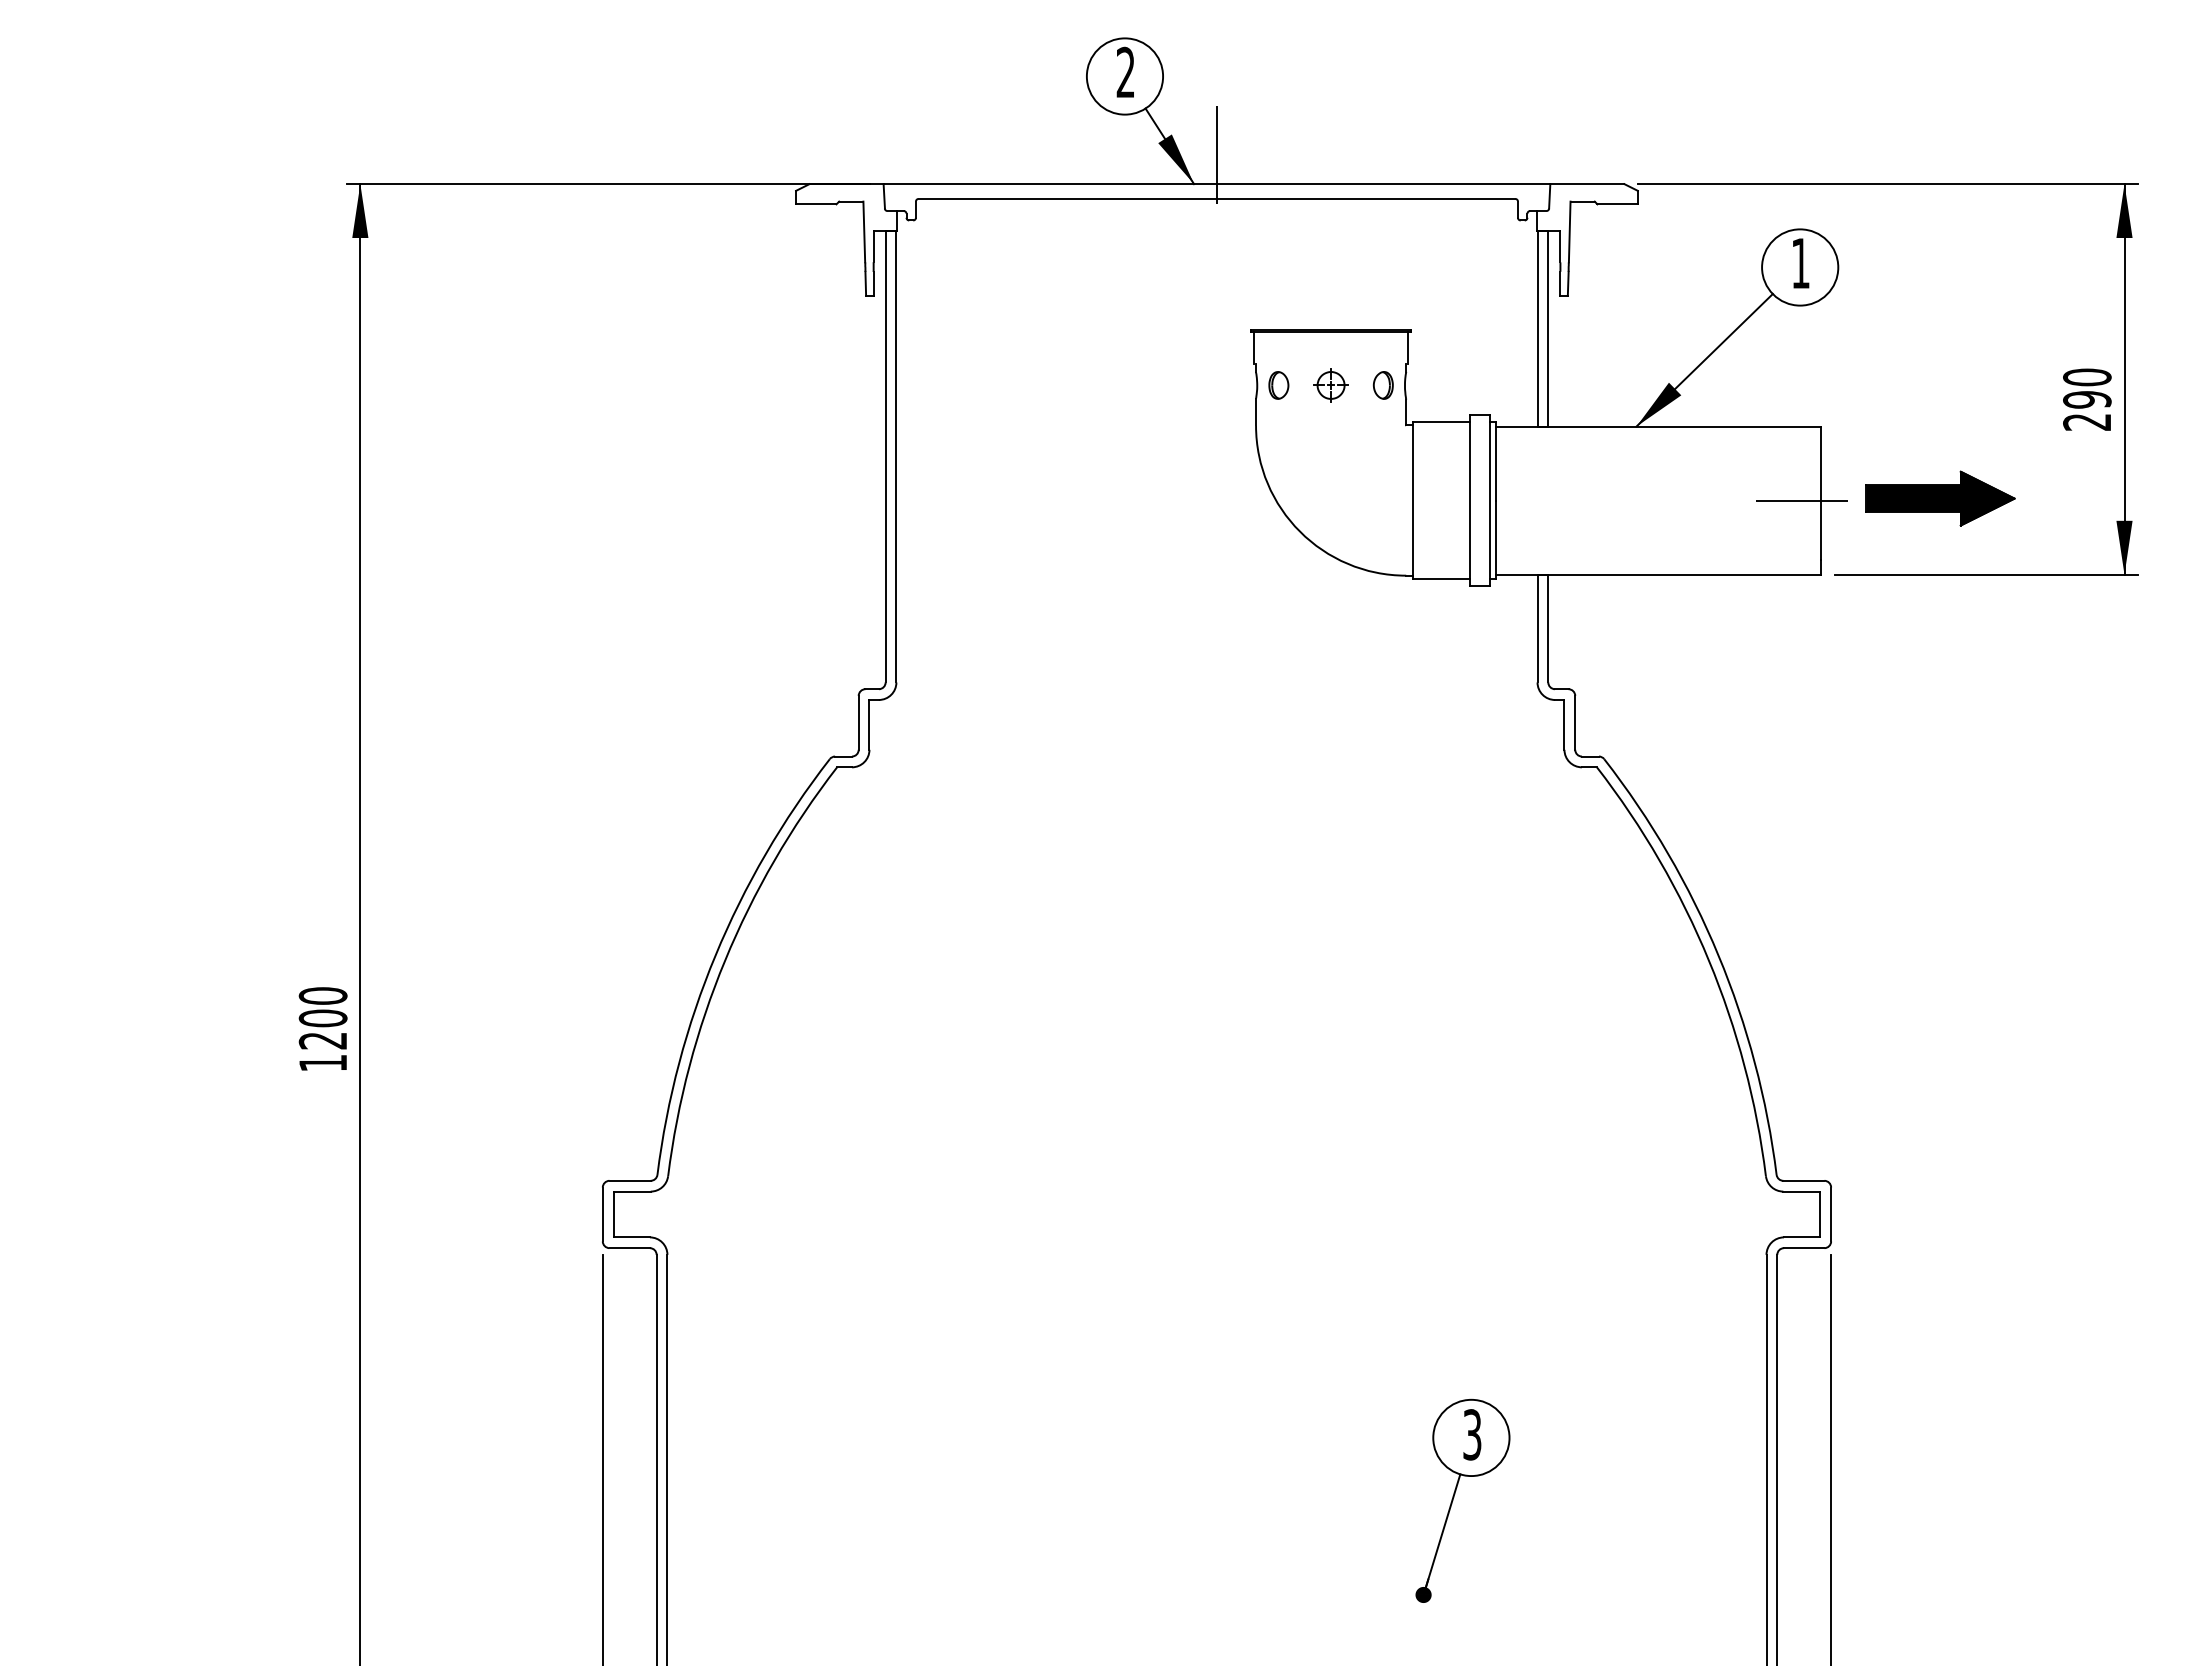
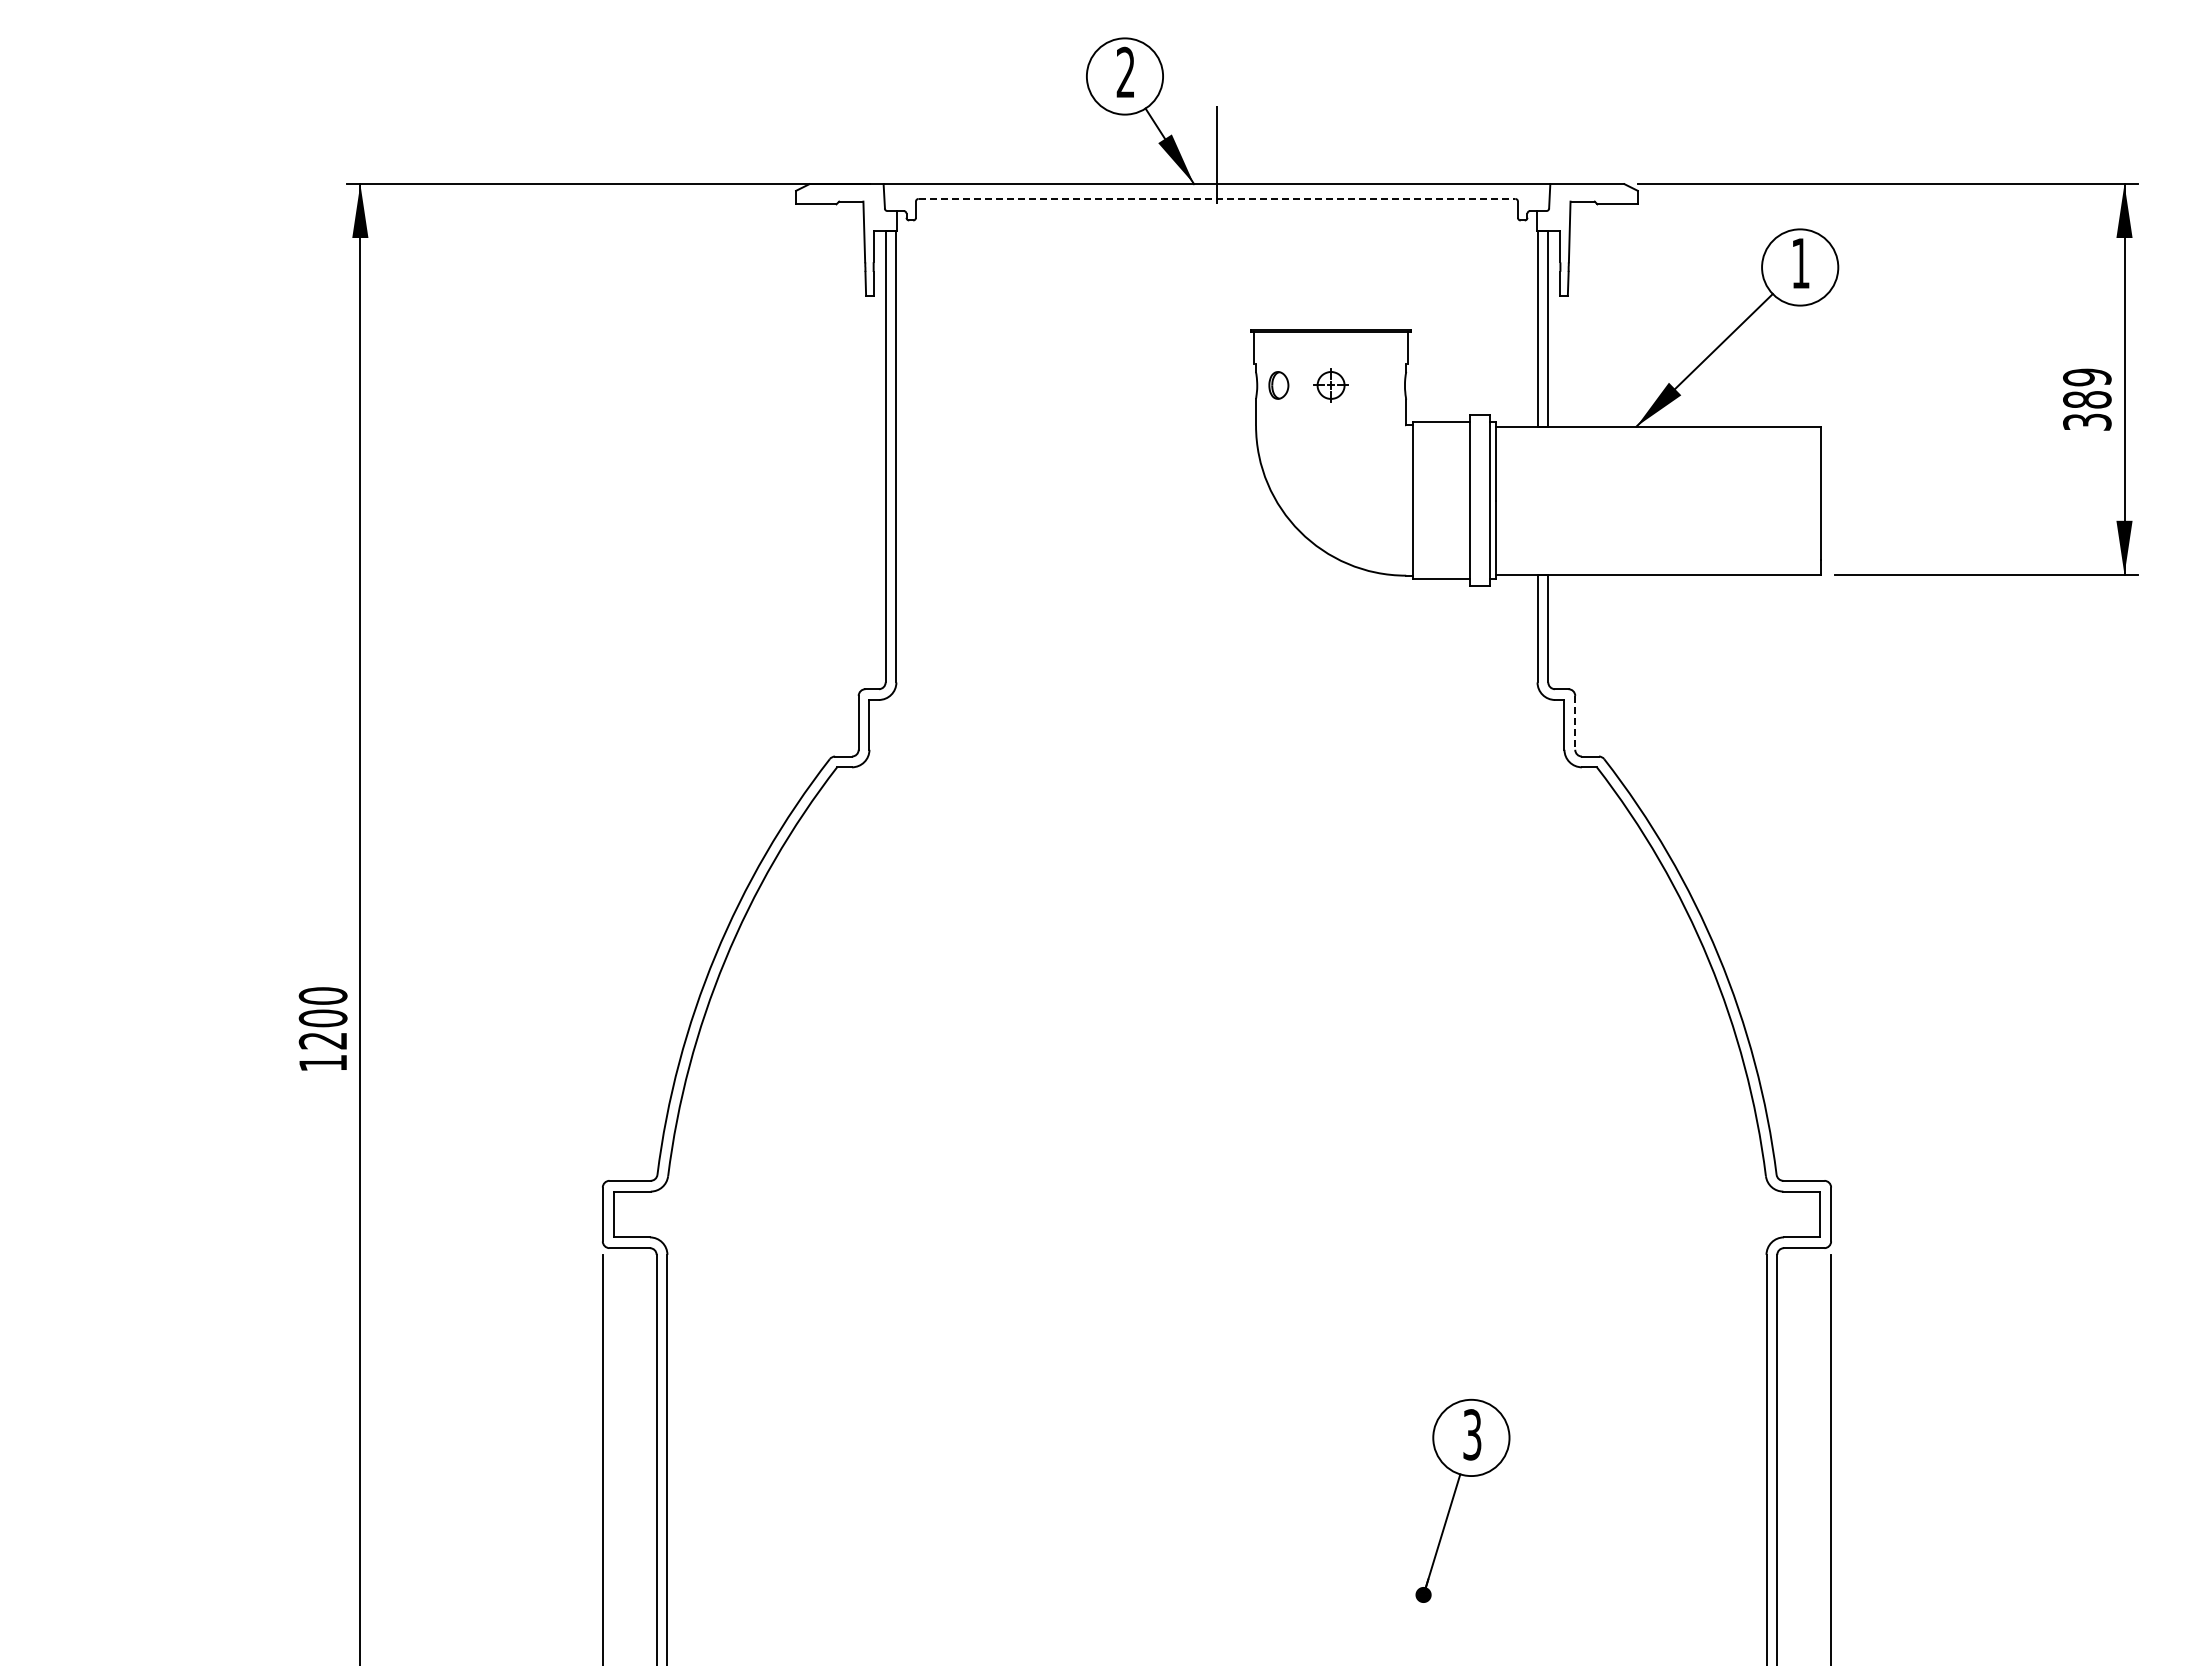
line at (1217, 198): solid -> dashed
part at (1382, 385): present -> none
text at (2087, 399): 290 -> 389
part at (1940, 498): present -> none
line at (1801, 500): present -> none
line at (1575, 722): solid -> dashed
